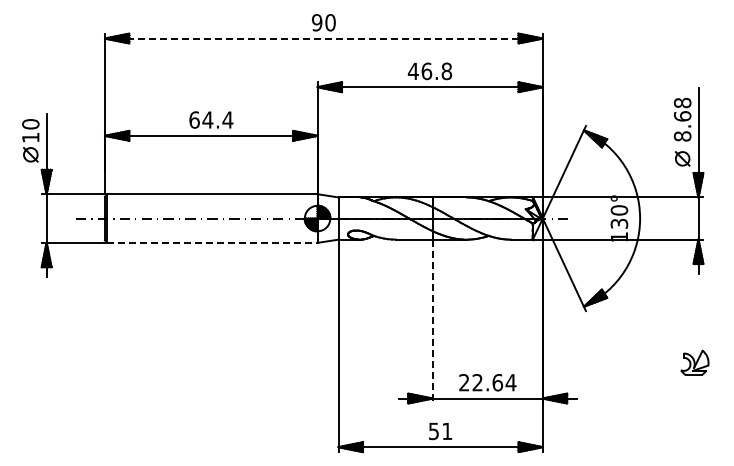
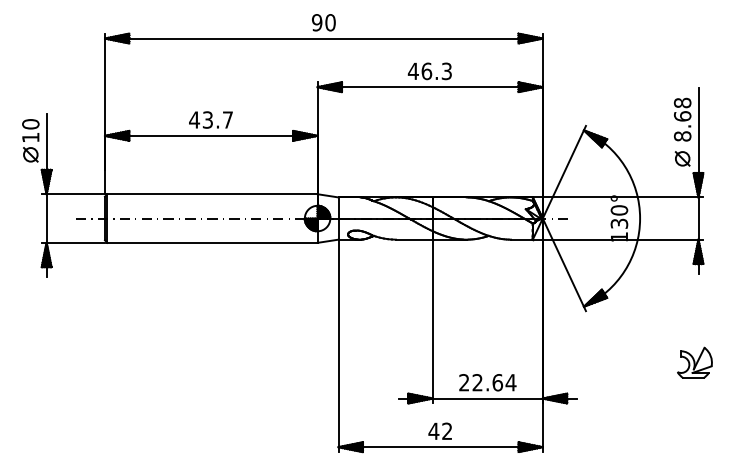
line at (323, 38): dashed -> solid
text at (446, 71): 46.8 -> 46.3
text at (211, 119): 64.4 -> 43.7
line at (213, 242): dashed -> solid
line at (432, 321): dashed -> solid
part at (694, 362) size: 30x27 px -> 36x33 px
text at (440, 431): 51 -> 42
